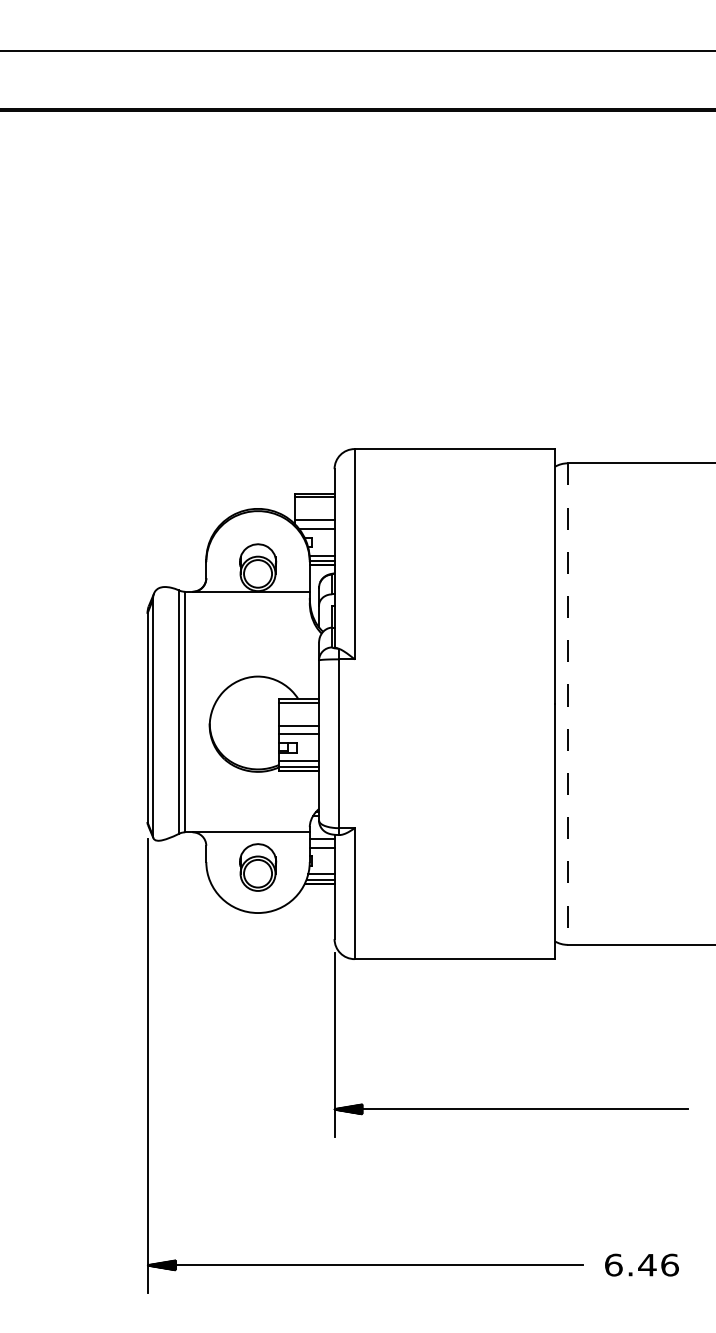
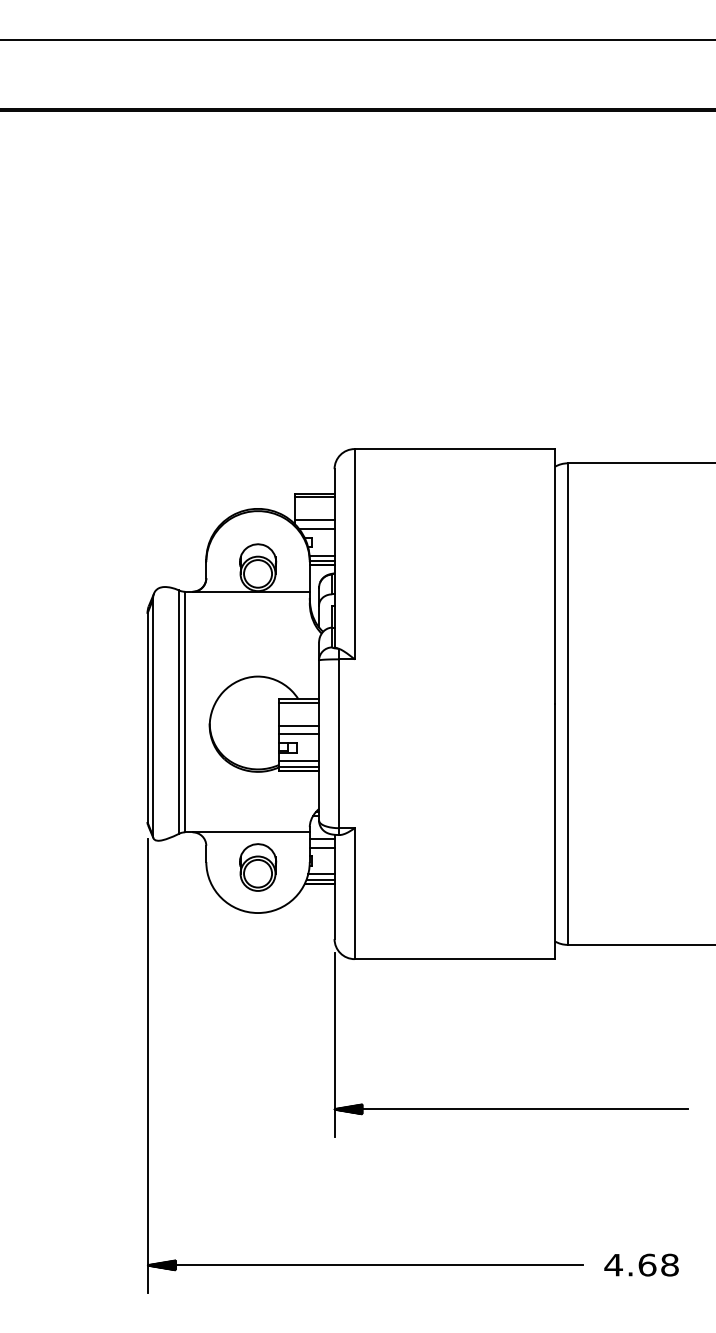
line at (357, 50) position: (357, 50) -> (357, 39)
line at (567, 704): dashed -> solid
text at (641, 1264): 6.46 -> 4.68
